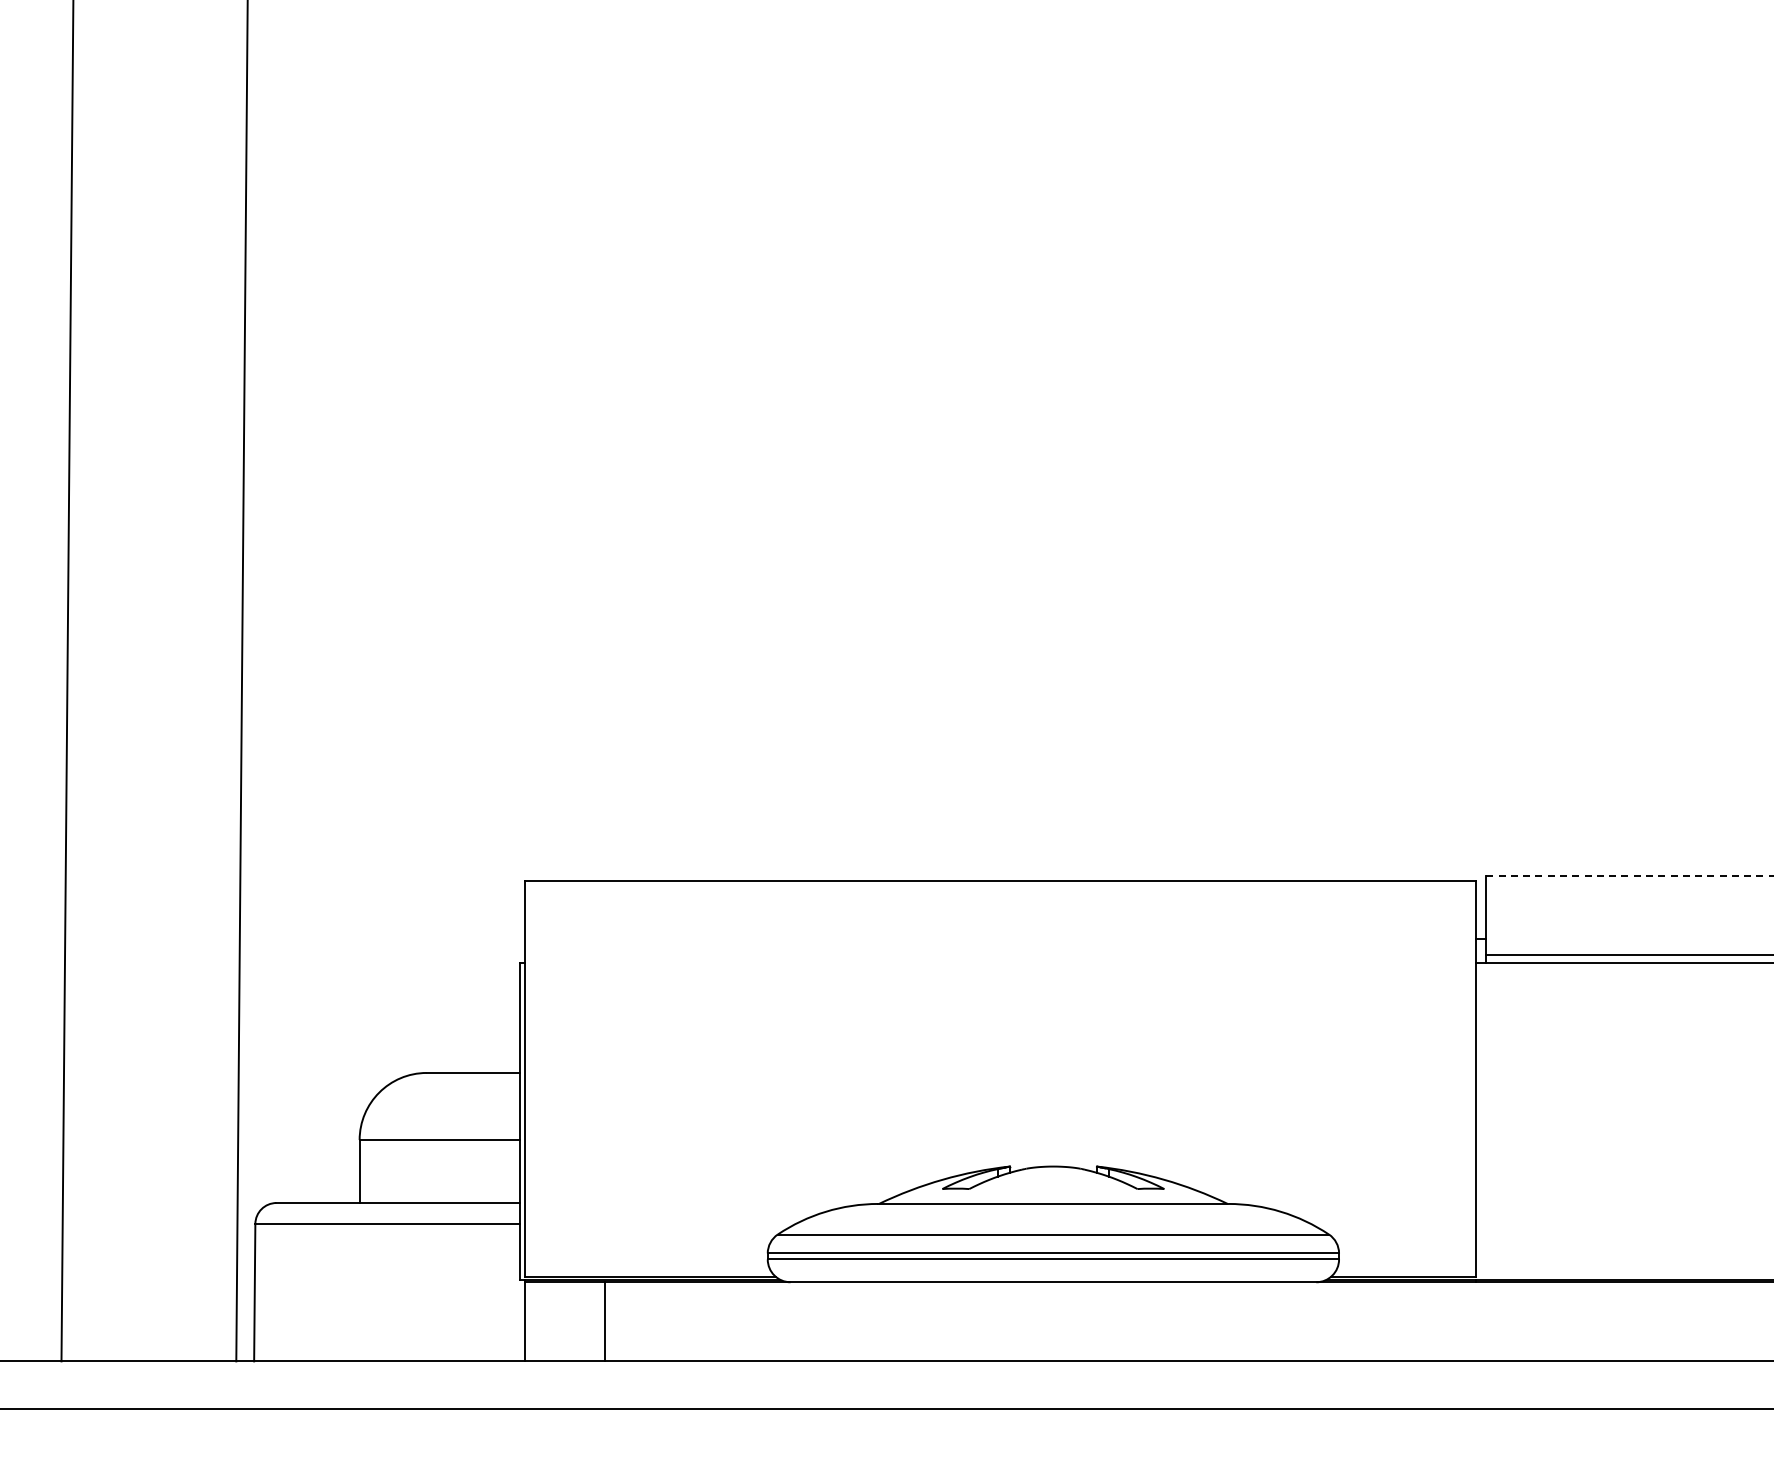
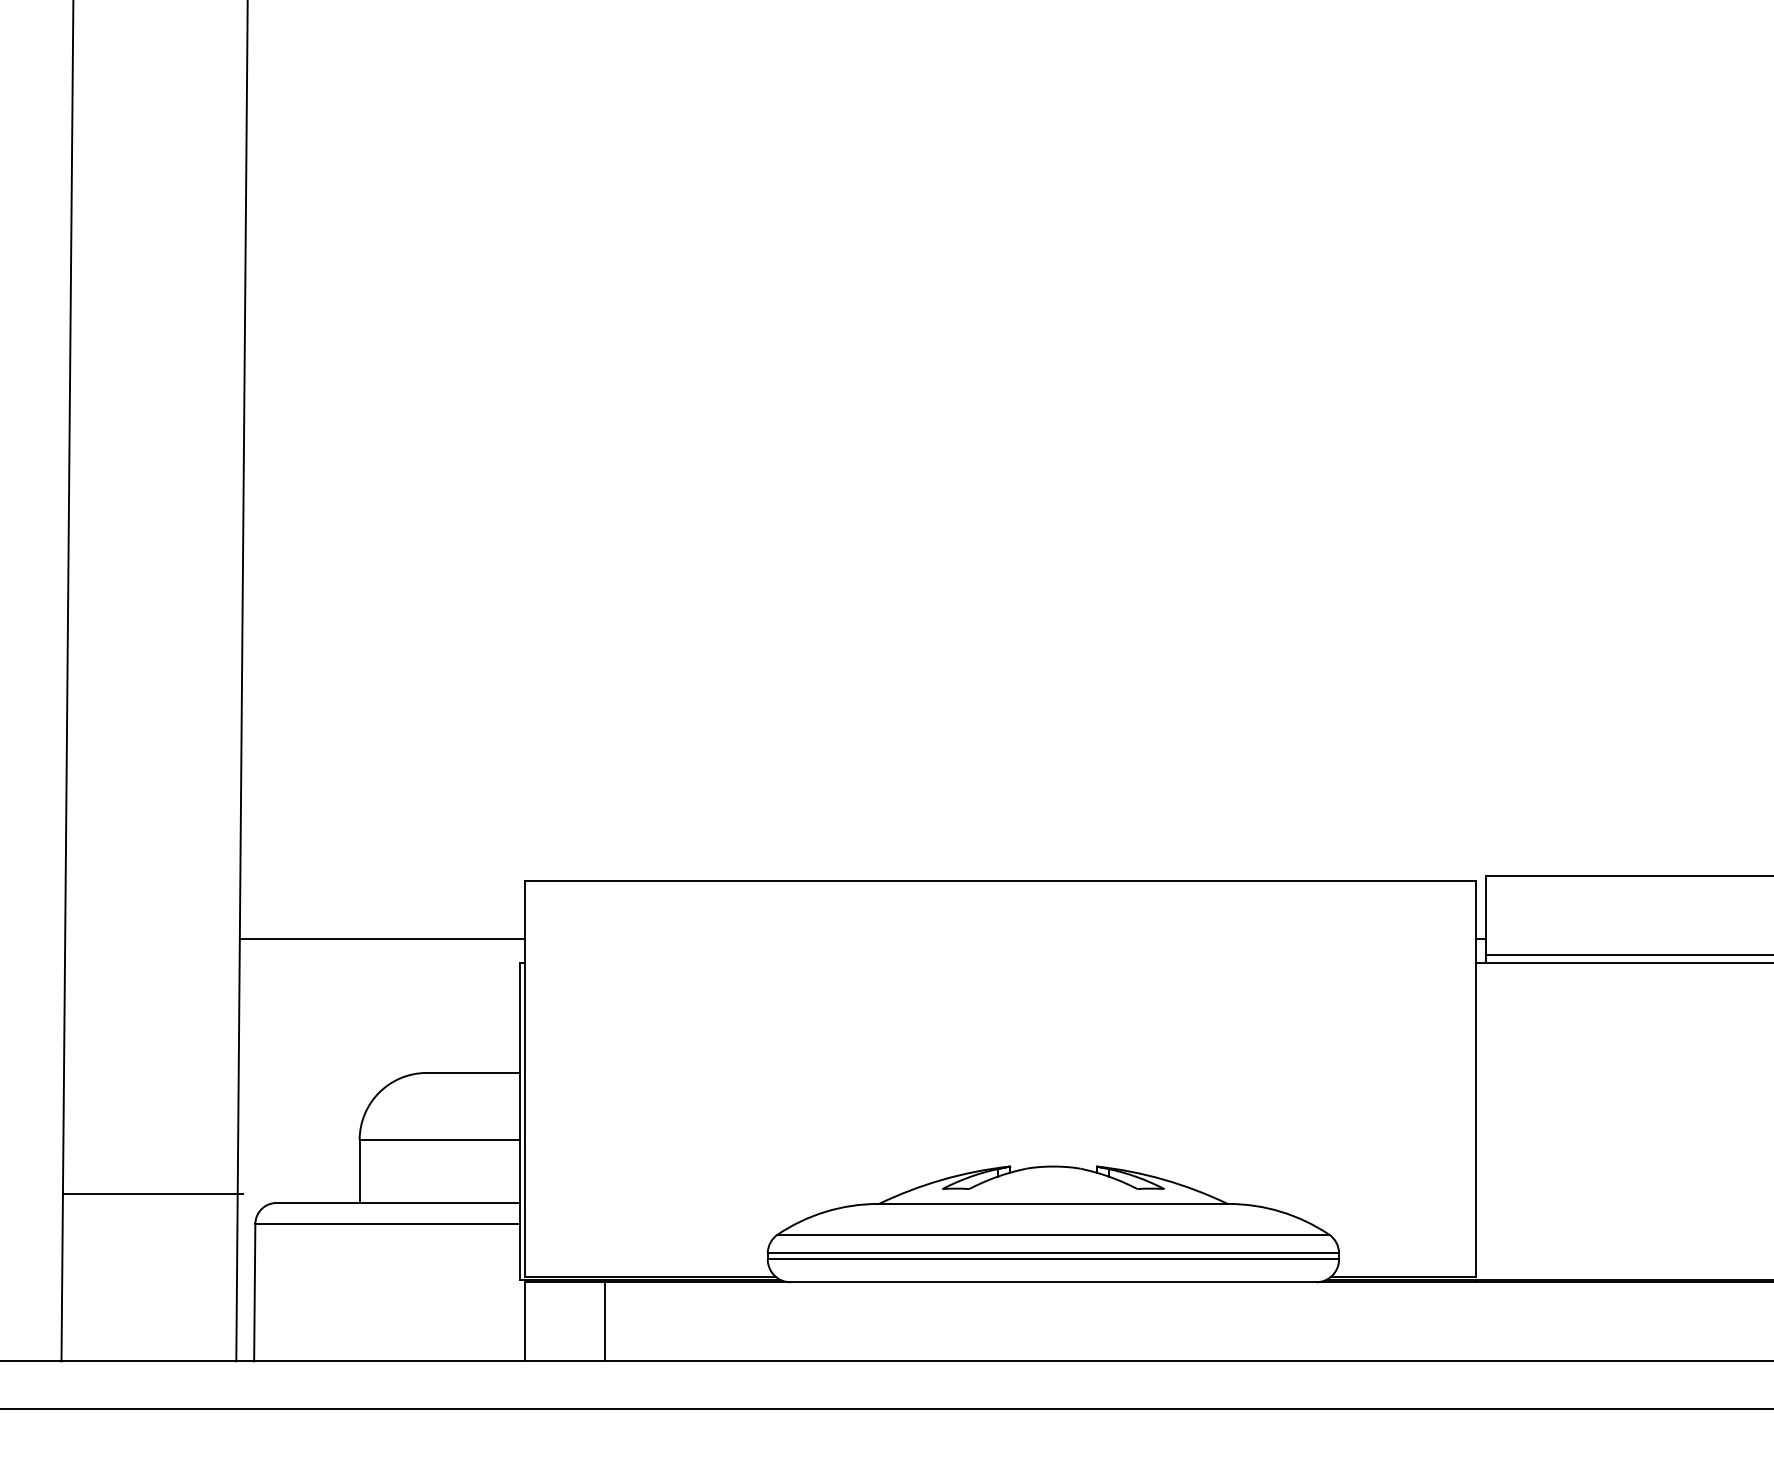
line at (1630, 875): dashed -> solid
line at (382, 939): none -> present
line at (152, 1193): none -> present
